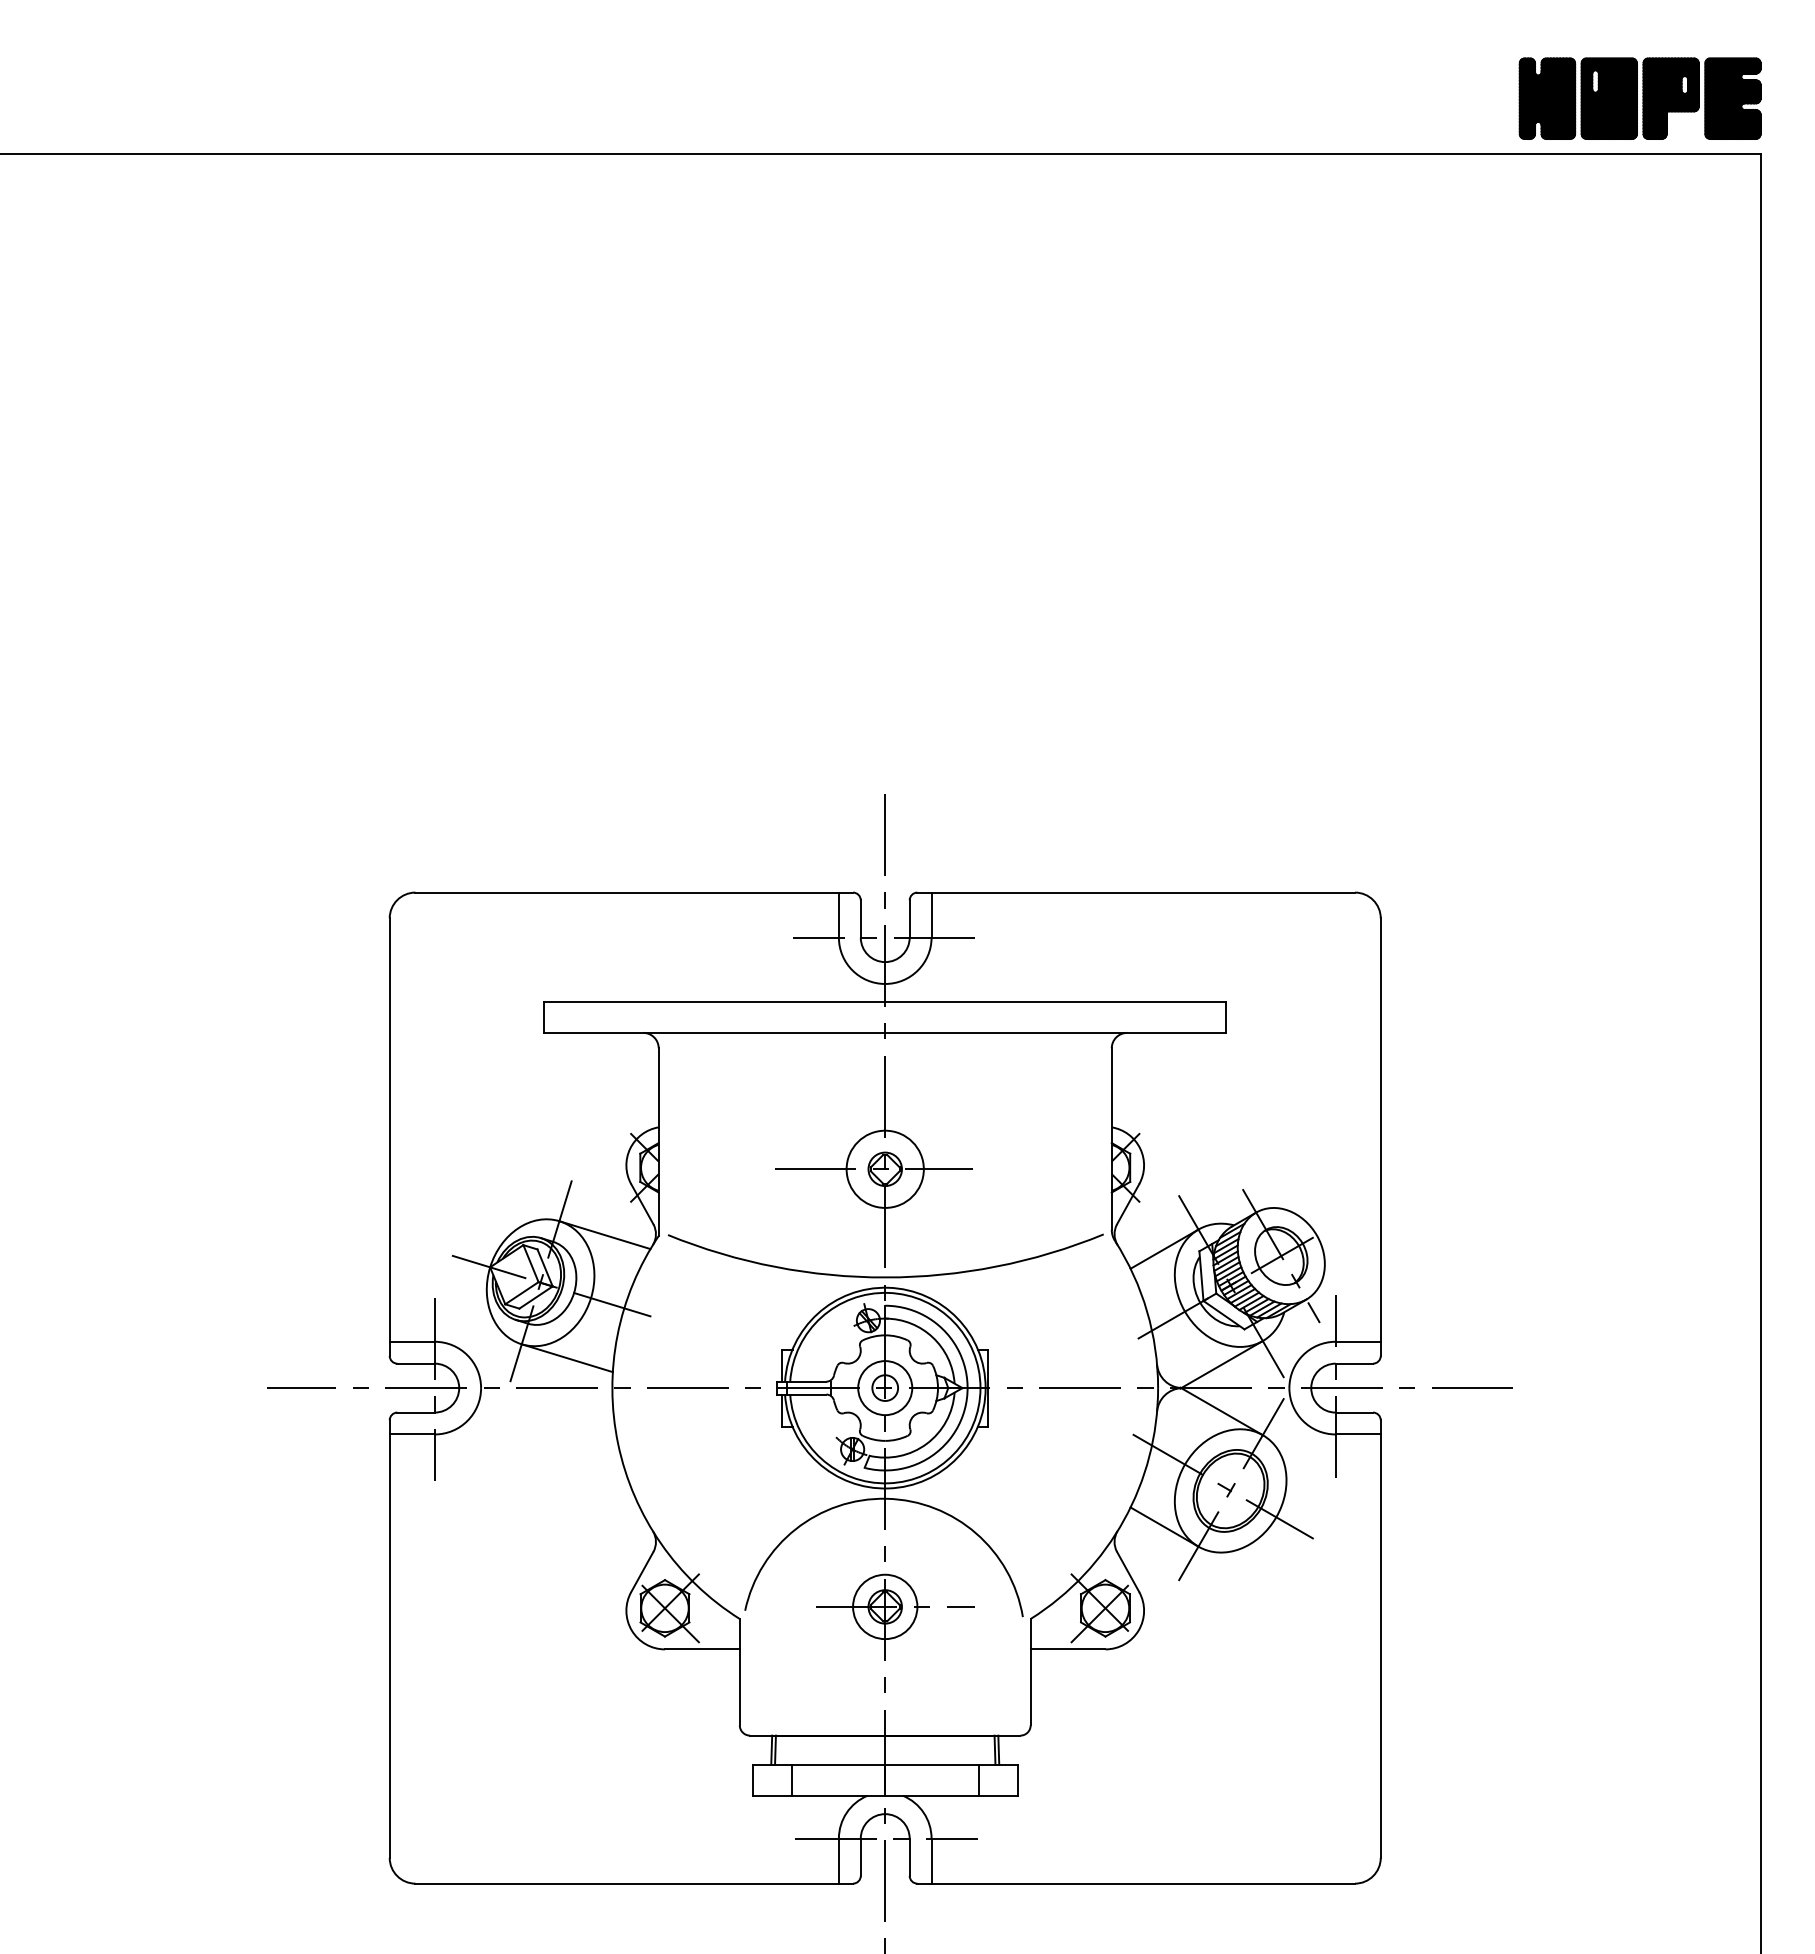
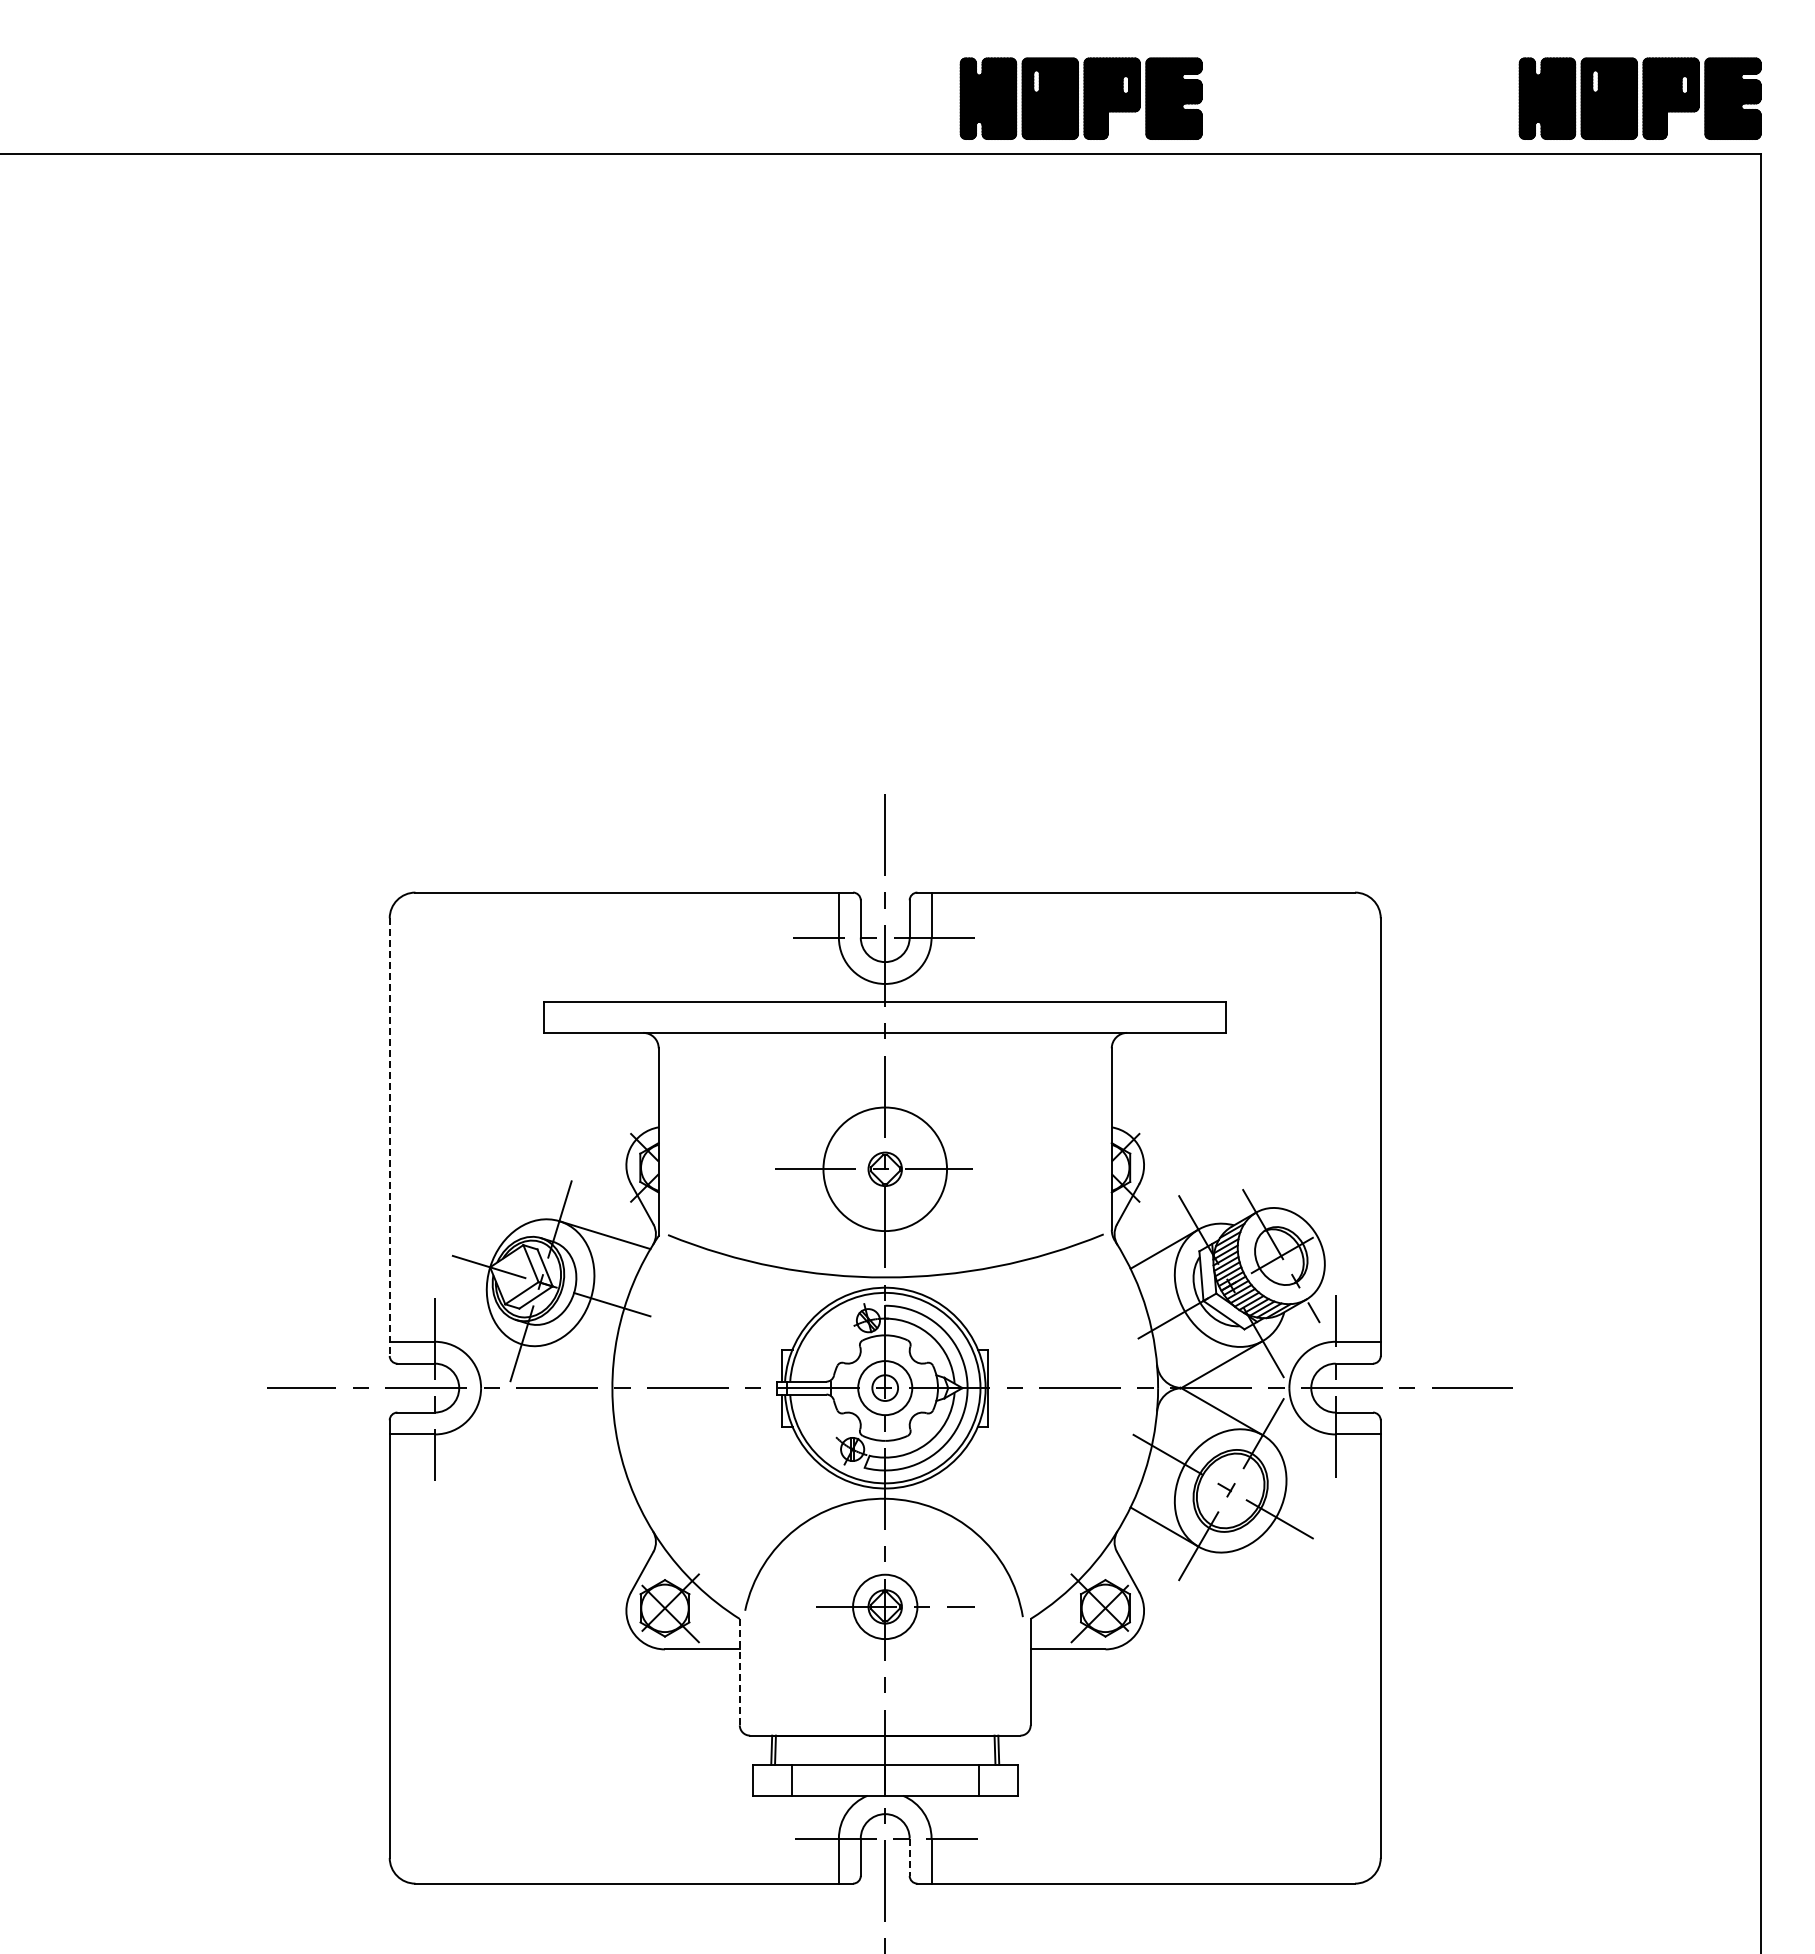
part at (1080, 98): none -> present
line at (389, 1137): solid -> dashed
circle at (884, 1168) diameter: 77 px -> 124 px
line at (566, 1358): present -> none
line at (739, 1672): solid -> dashed
line at (909, 1857): solid -> dashed
